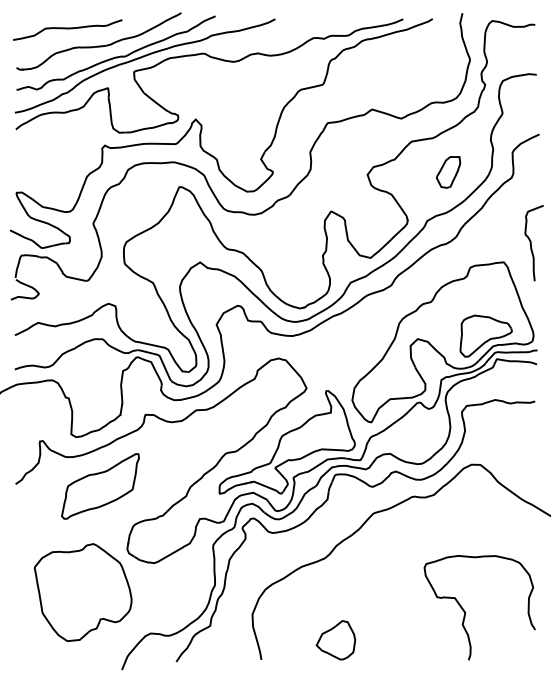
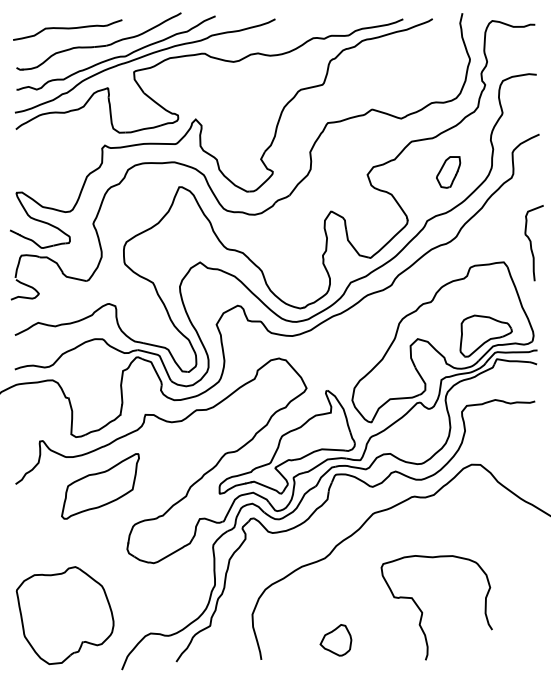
part at (82, 592) position: (82, 592) -> (64, 615)
curve at (466, 612) position: (466, 612) -> (423, 612)
part at (335, 640) size: 42x41 px -> 34x33 px
